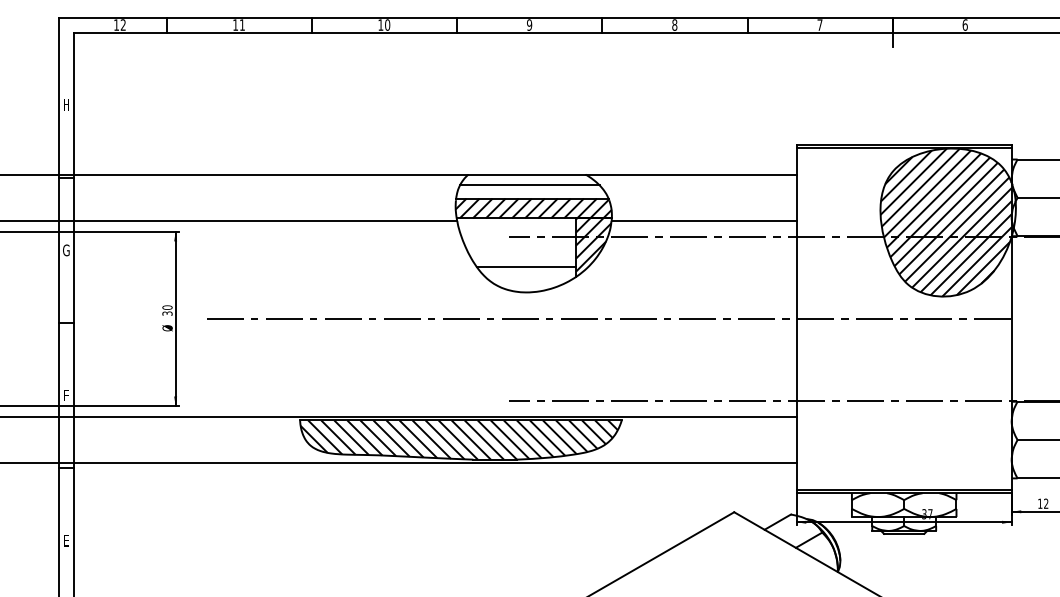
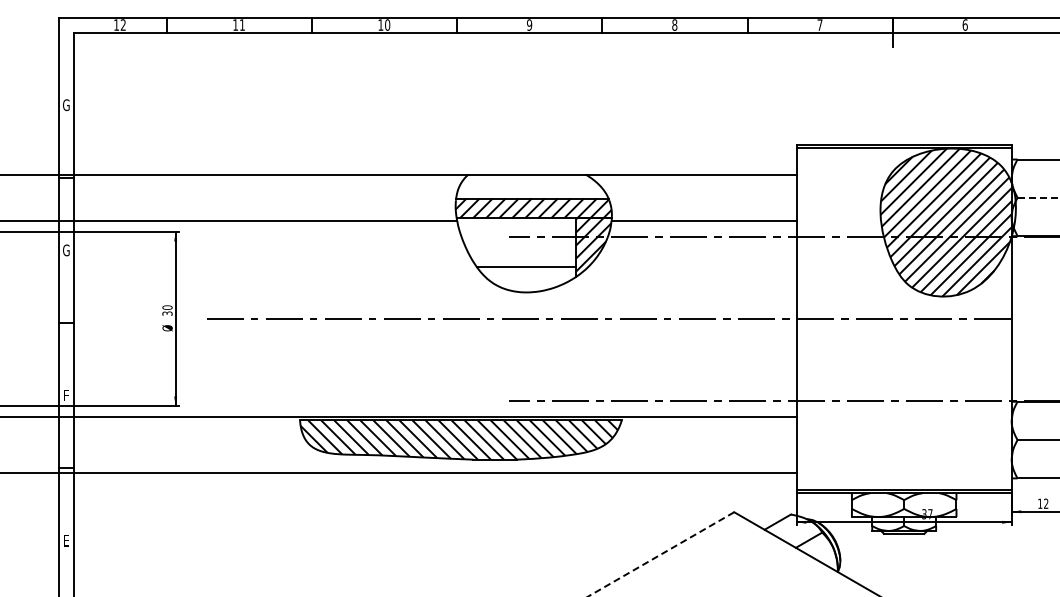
text at (66, 105): H -> G
line at (529, 185): present -> none
line at (1039, 197): solid -> dashed
line at (399, 463) position: (399, 463) -> (399, 473)
line at (660, 554): solid -> dashed
